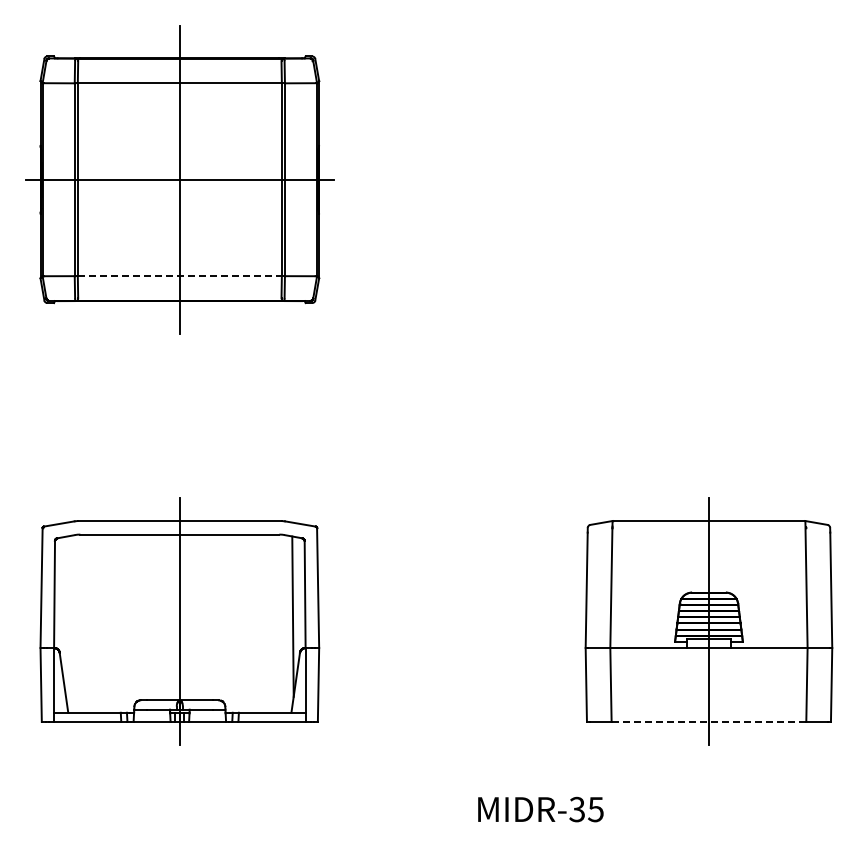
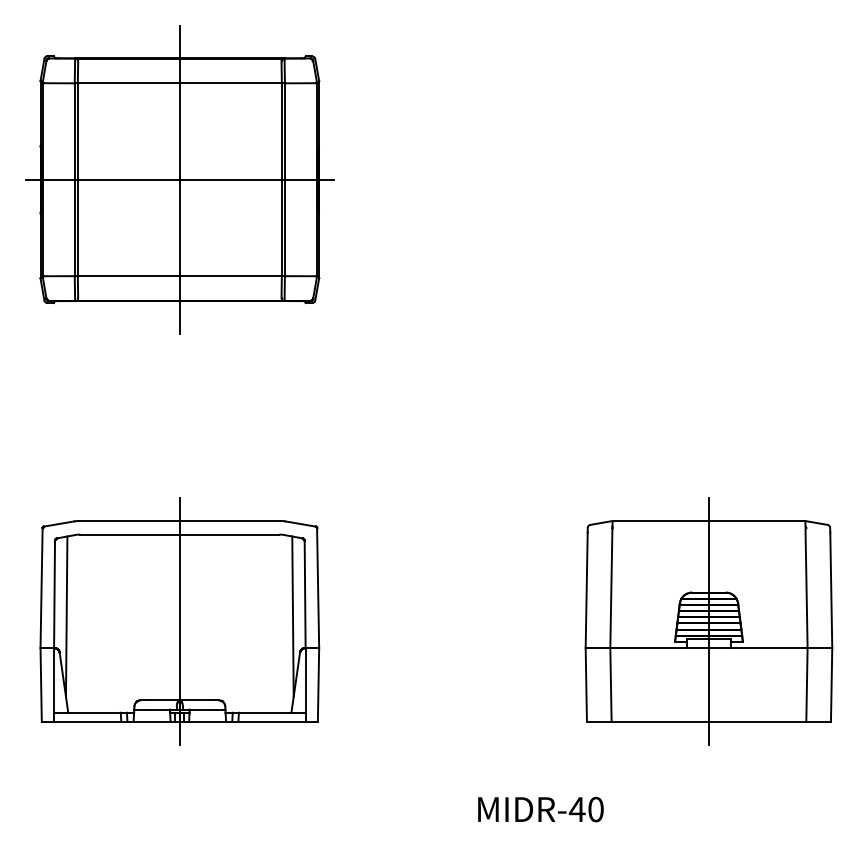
line at (179, 276): dashed -> solid
line at (66, 616): none -> present
line at (709, 722): dashed -> solid
text at (585, 809): MIDR-35 -> MIDR-40
